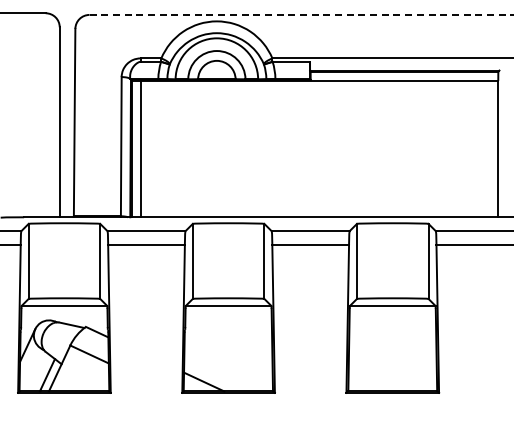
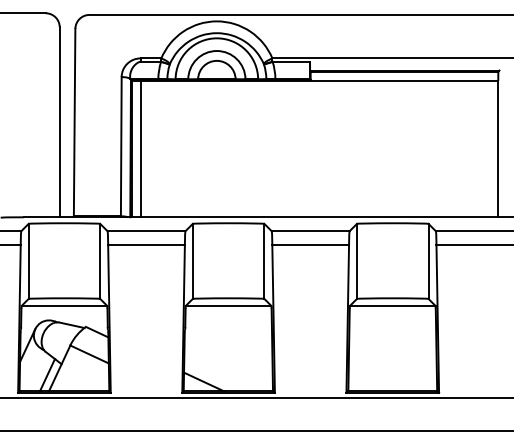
line at (301, 14): dashed -> solid
line at (256, 397): none -> present
line at (256, 430): none -> present
